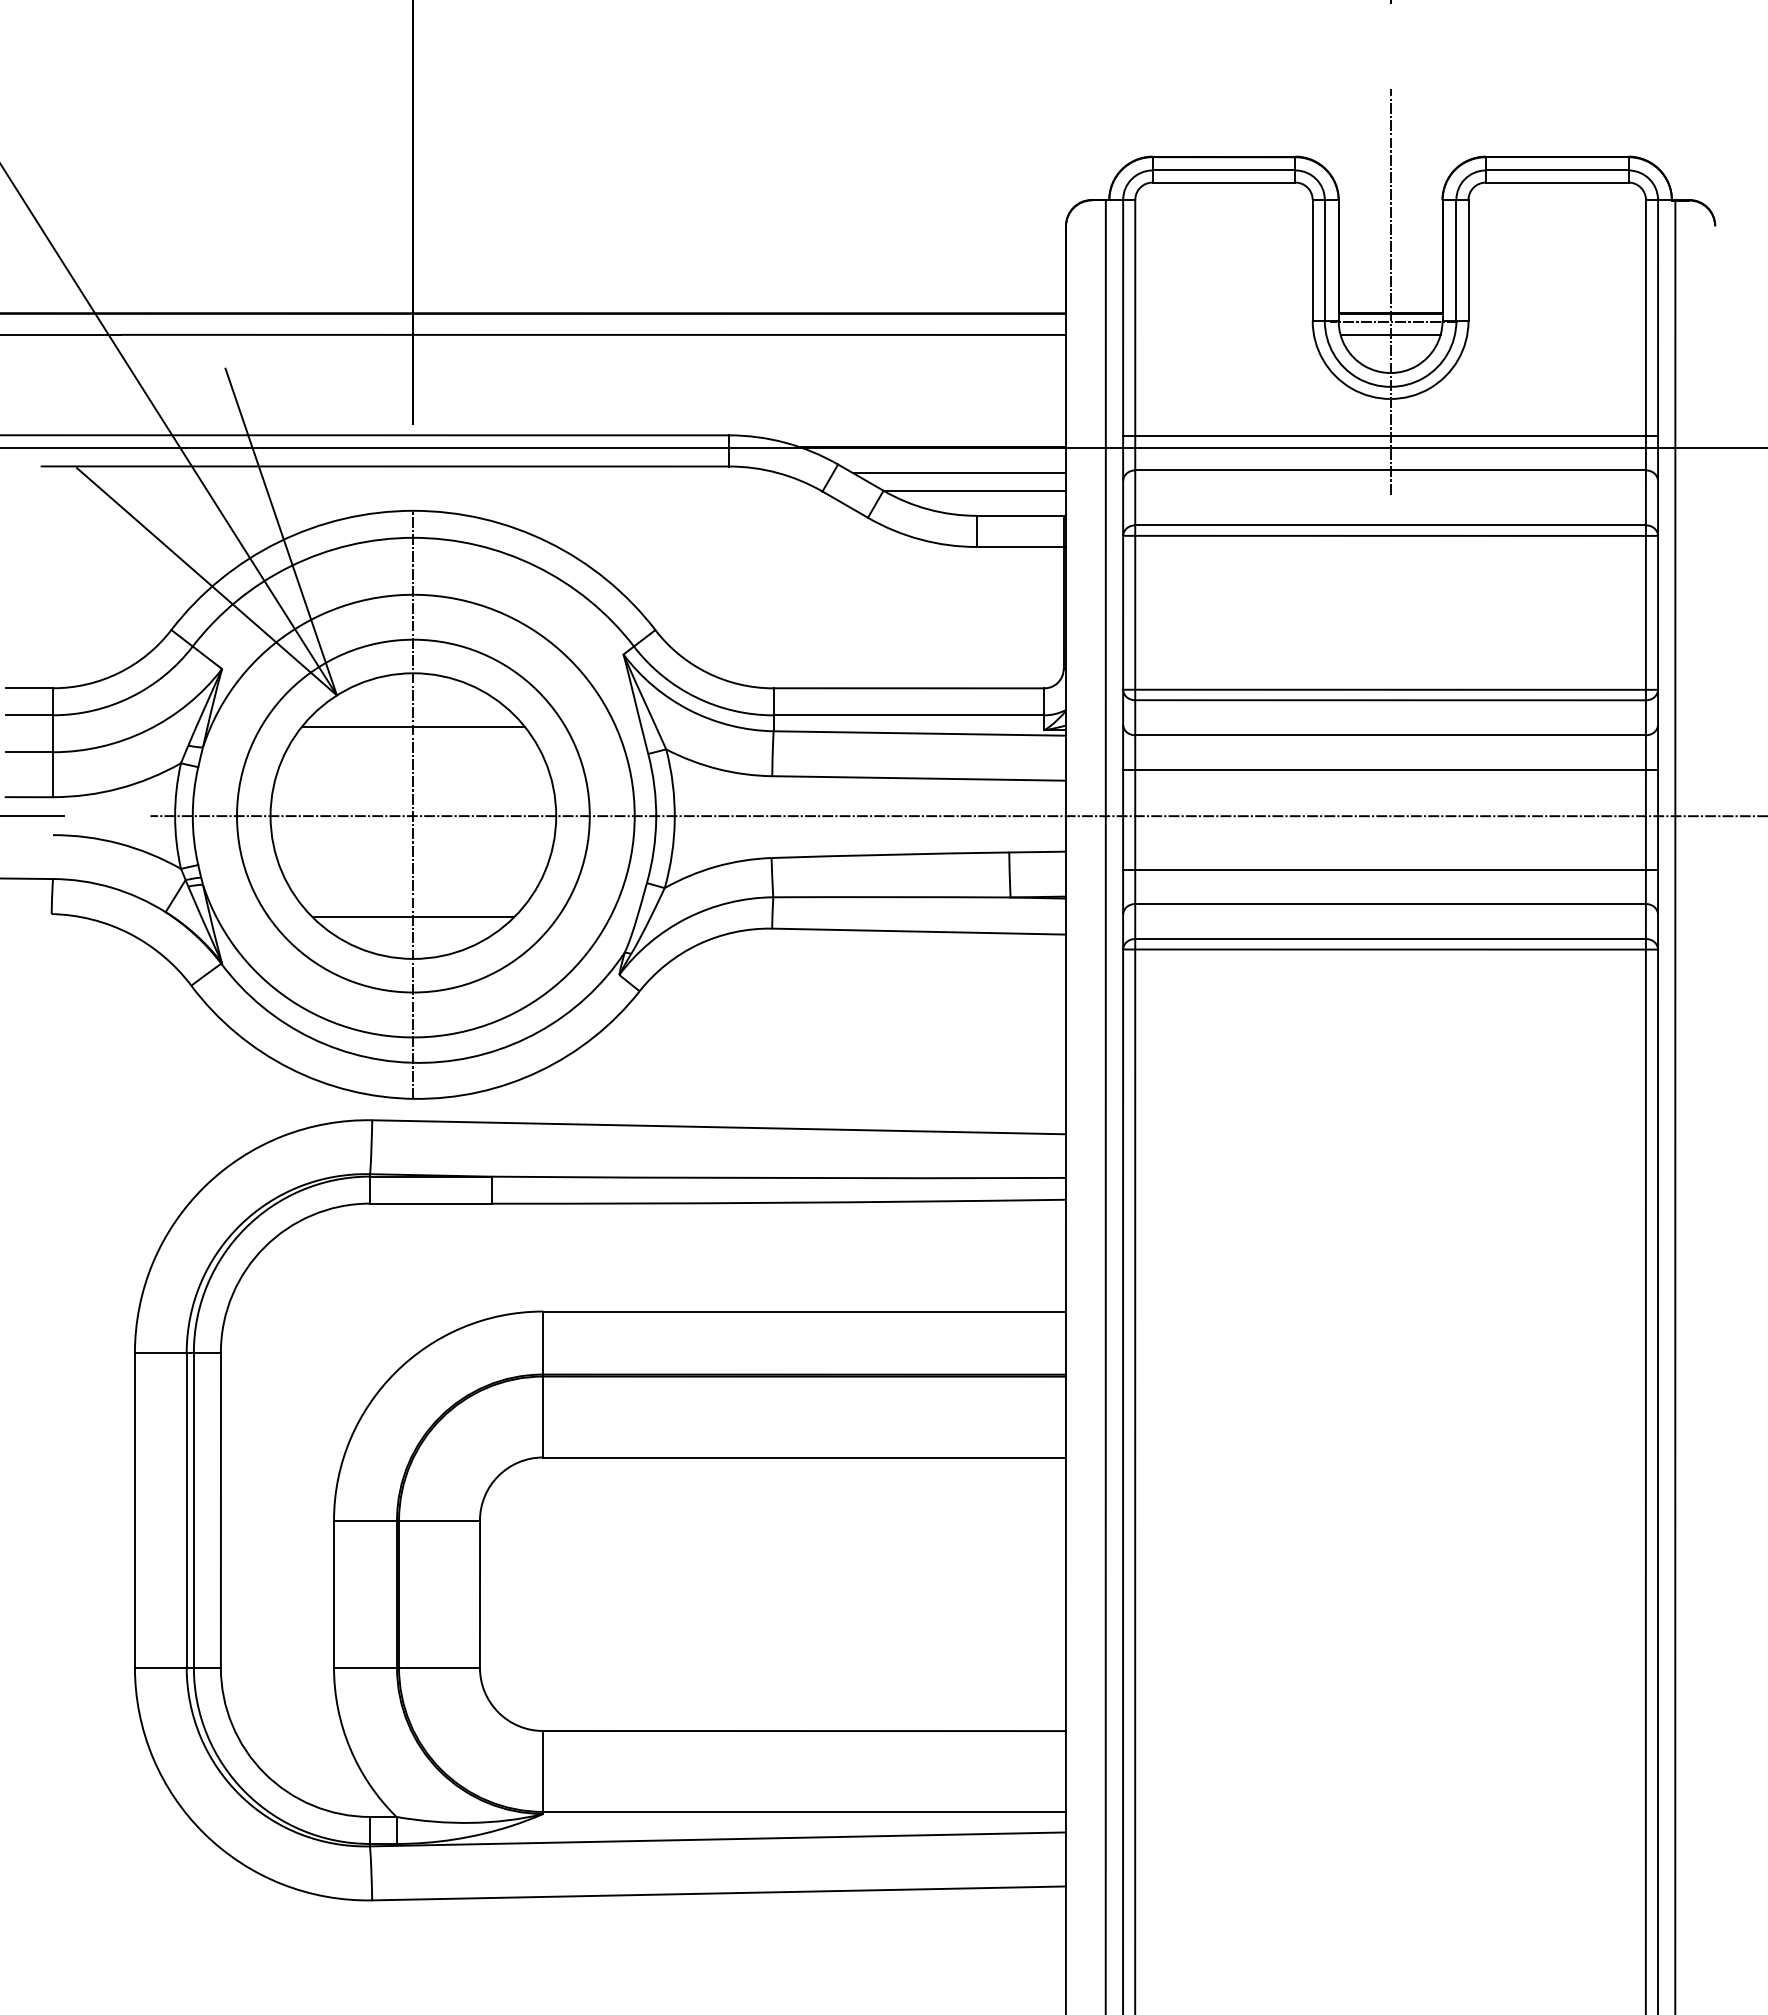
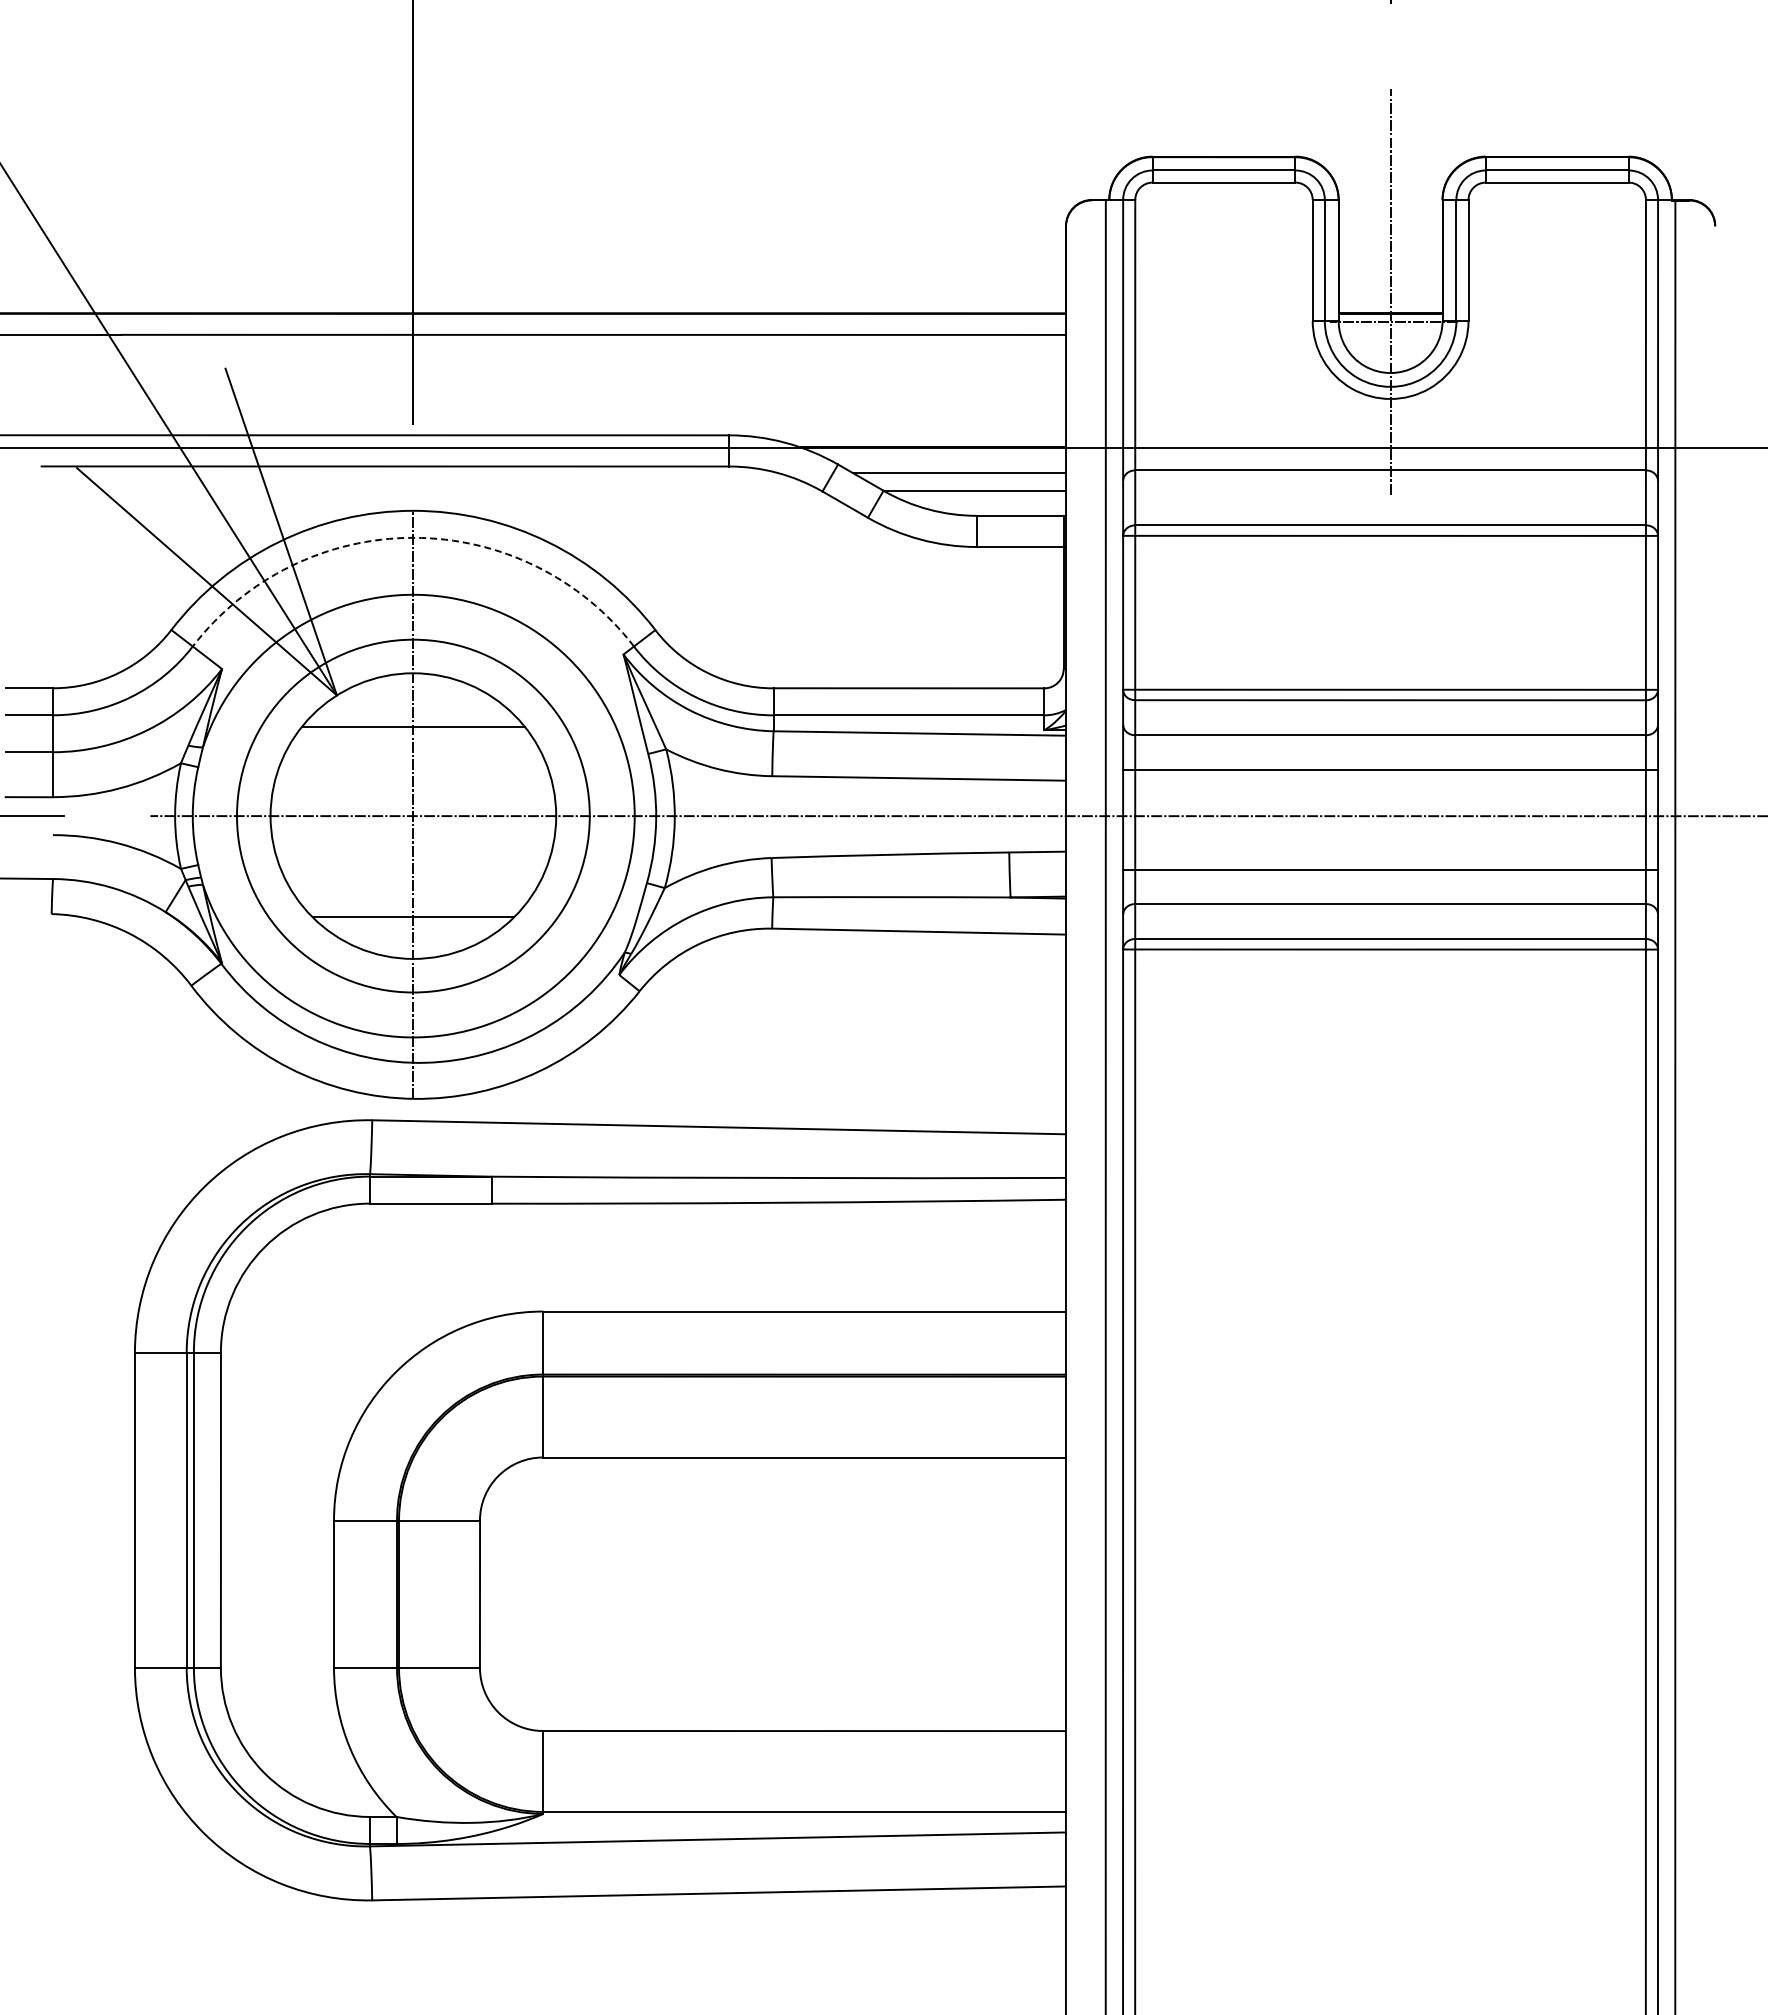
line at (1390, 334): present -> none
line at (1390, 435): present -> none
arc at (413, 537): solid -> dashed
